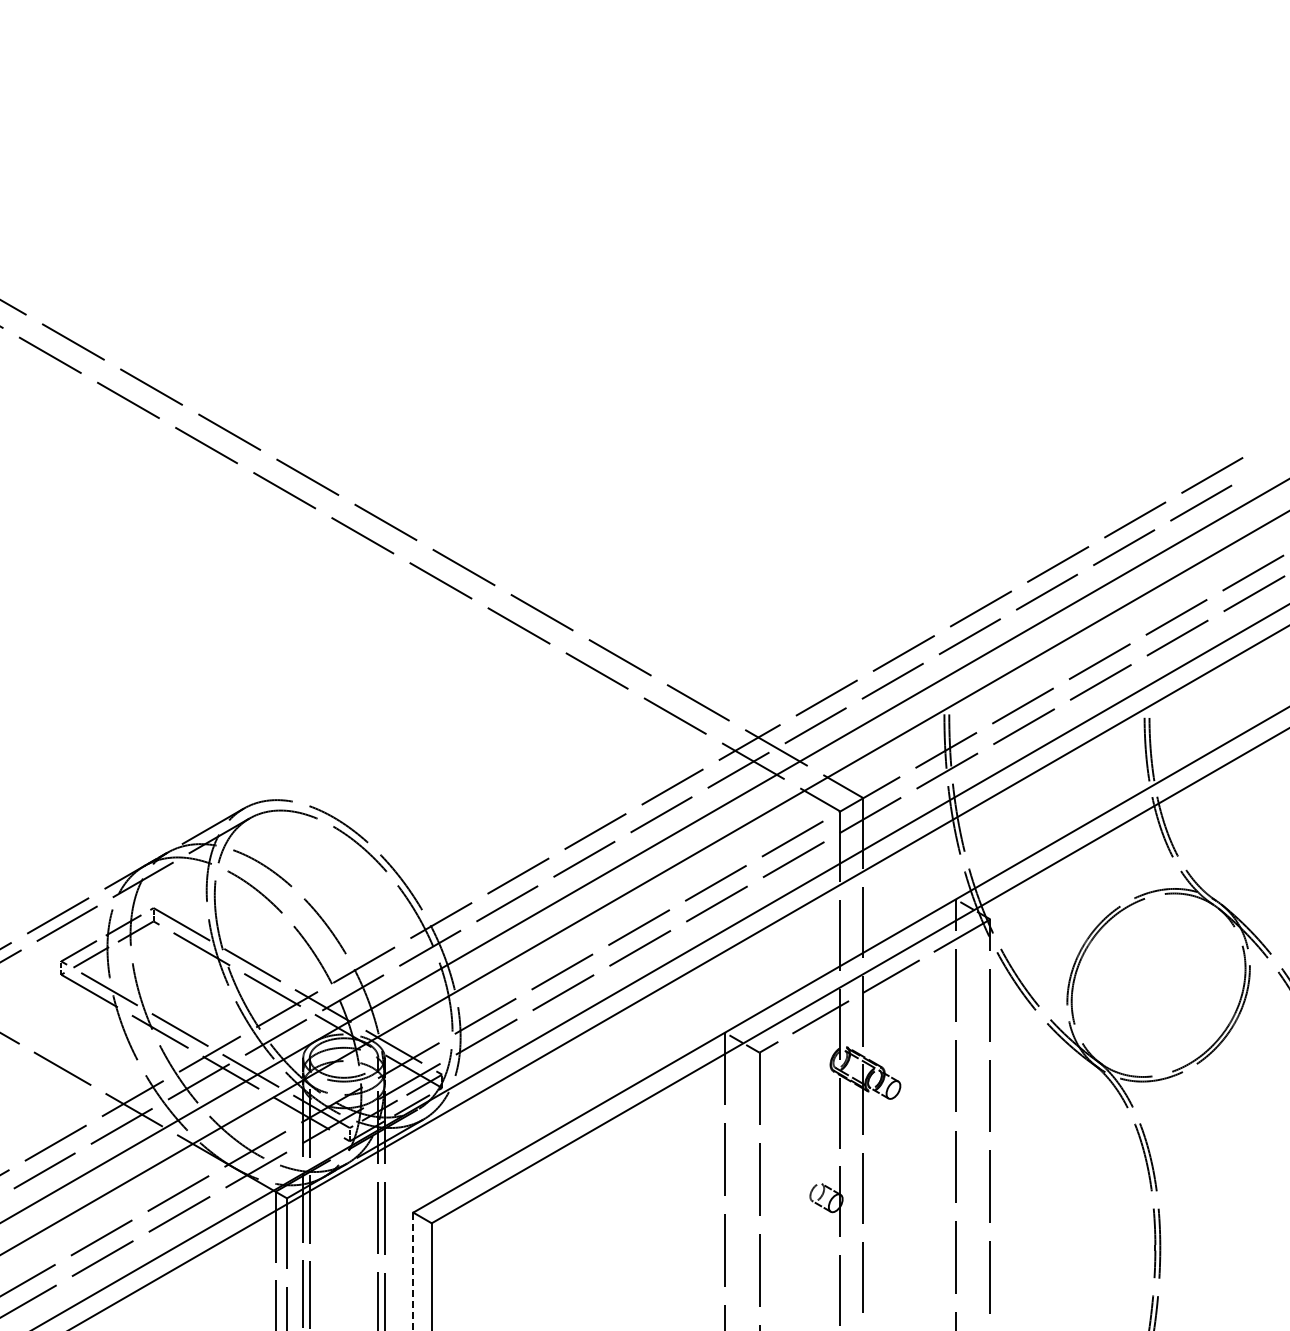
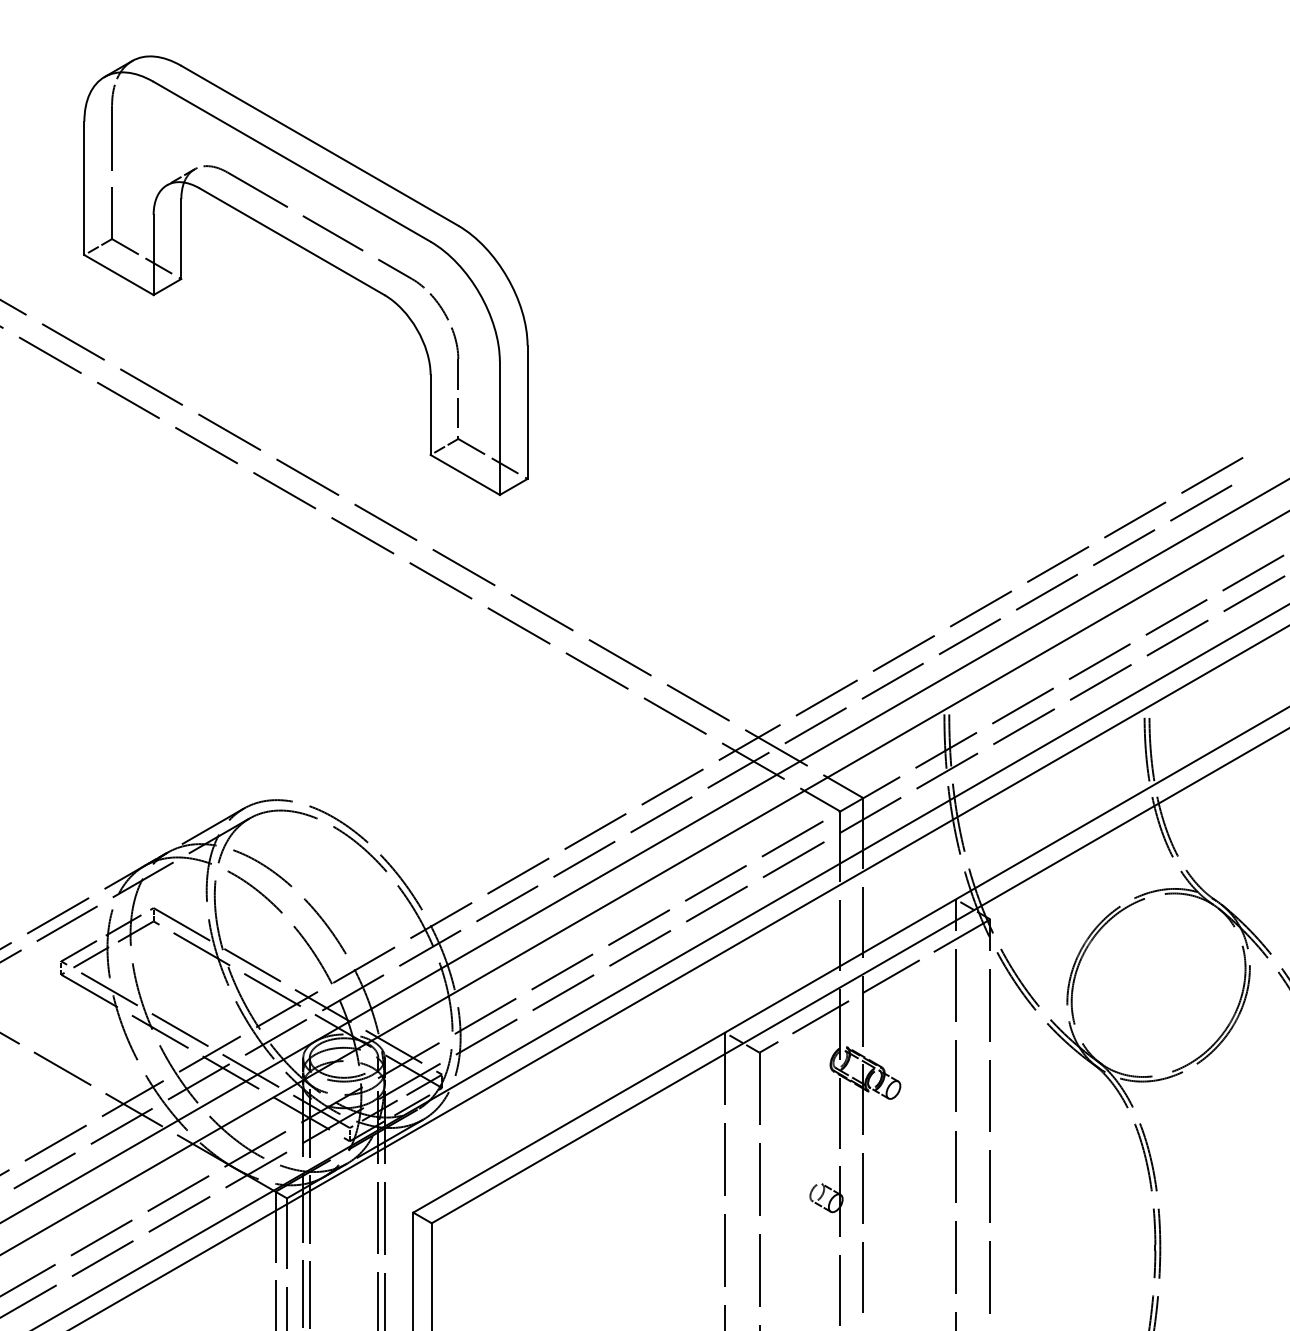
part at (315, 256): none -> present
line at (413, 1271): dashed -> solid
